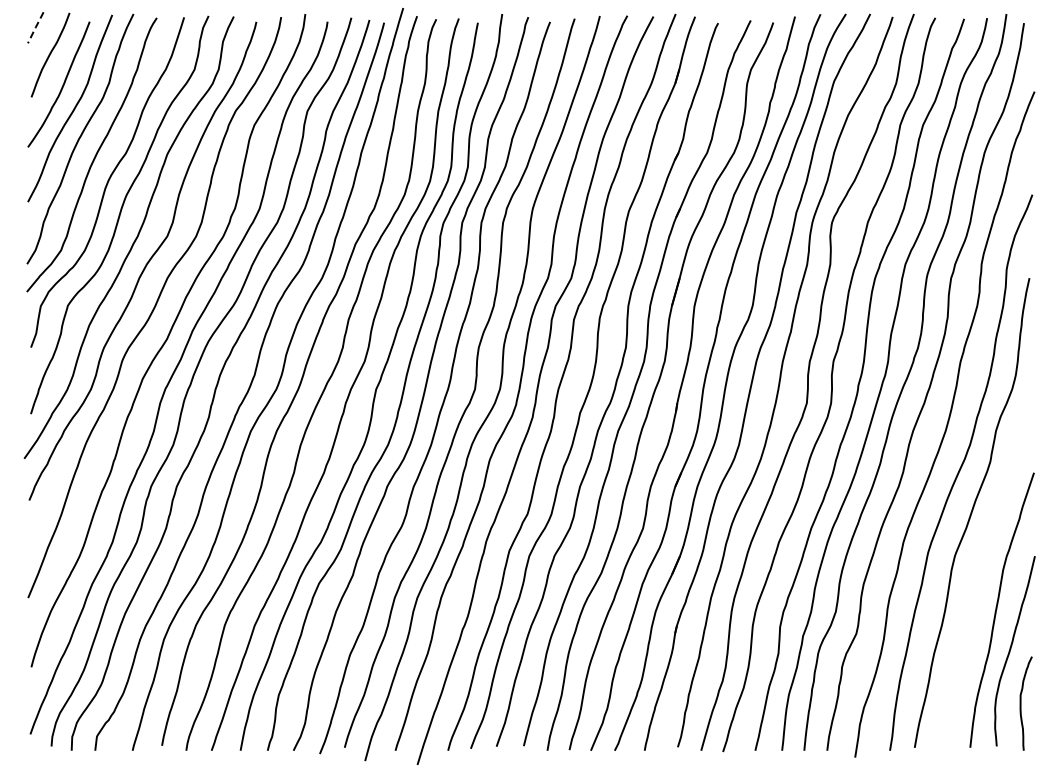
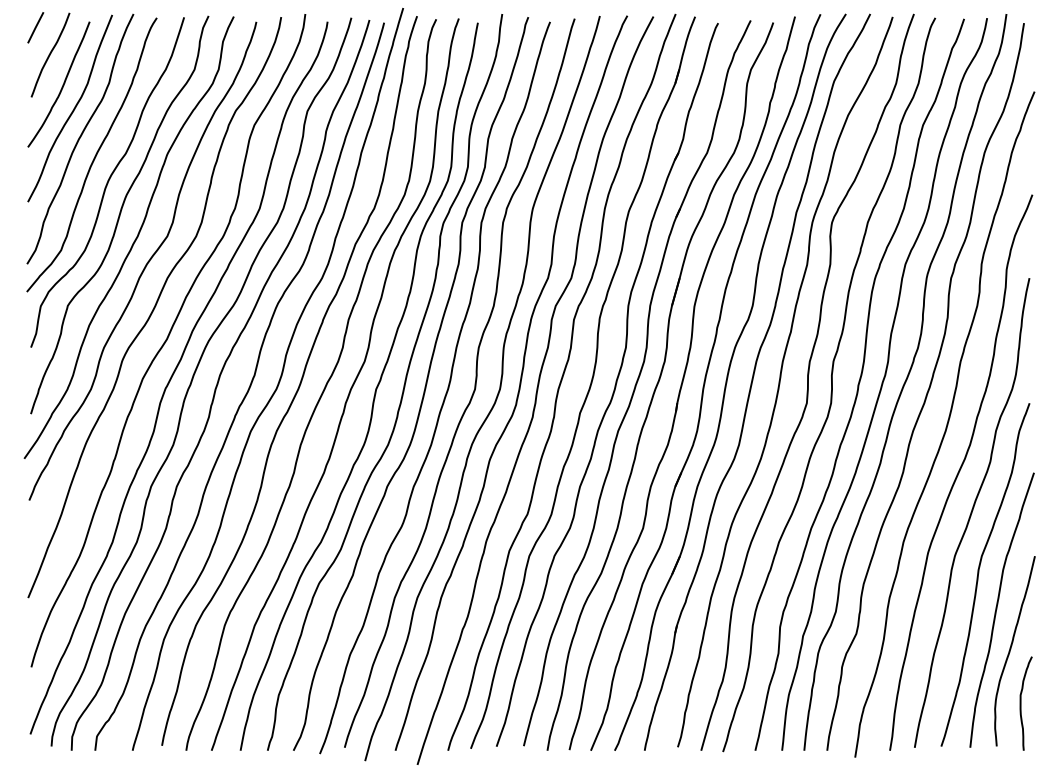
line at (35, 27): dashed -> solid
curve at (979, 573): none -> present
